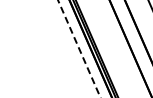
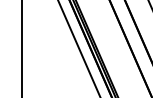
line at (22, 48): none -> present
line at (79, 48): dashed -> solid
